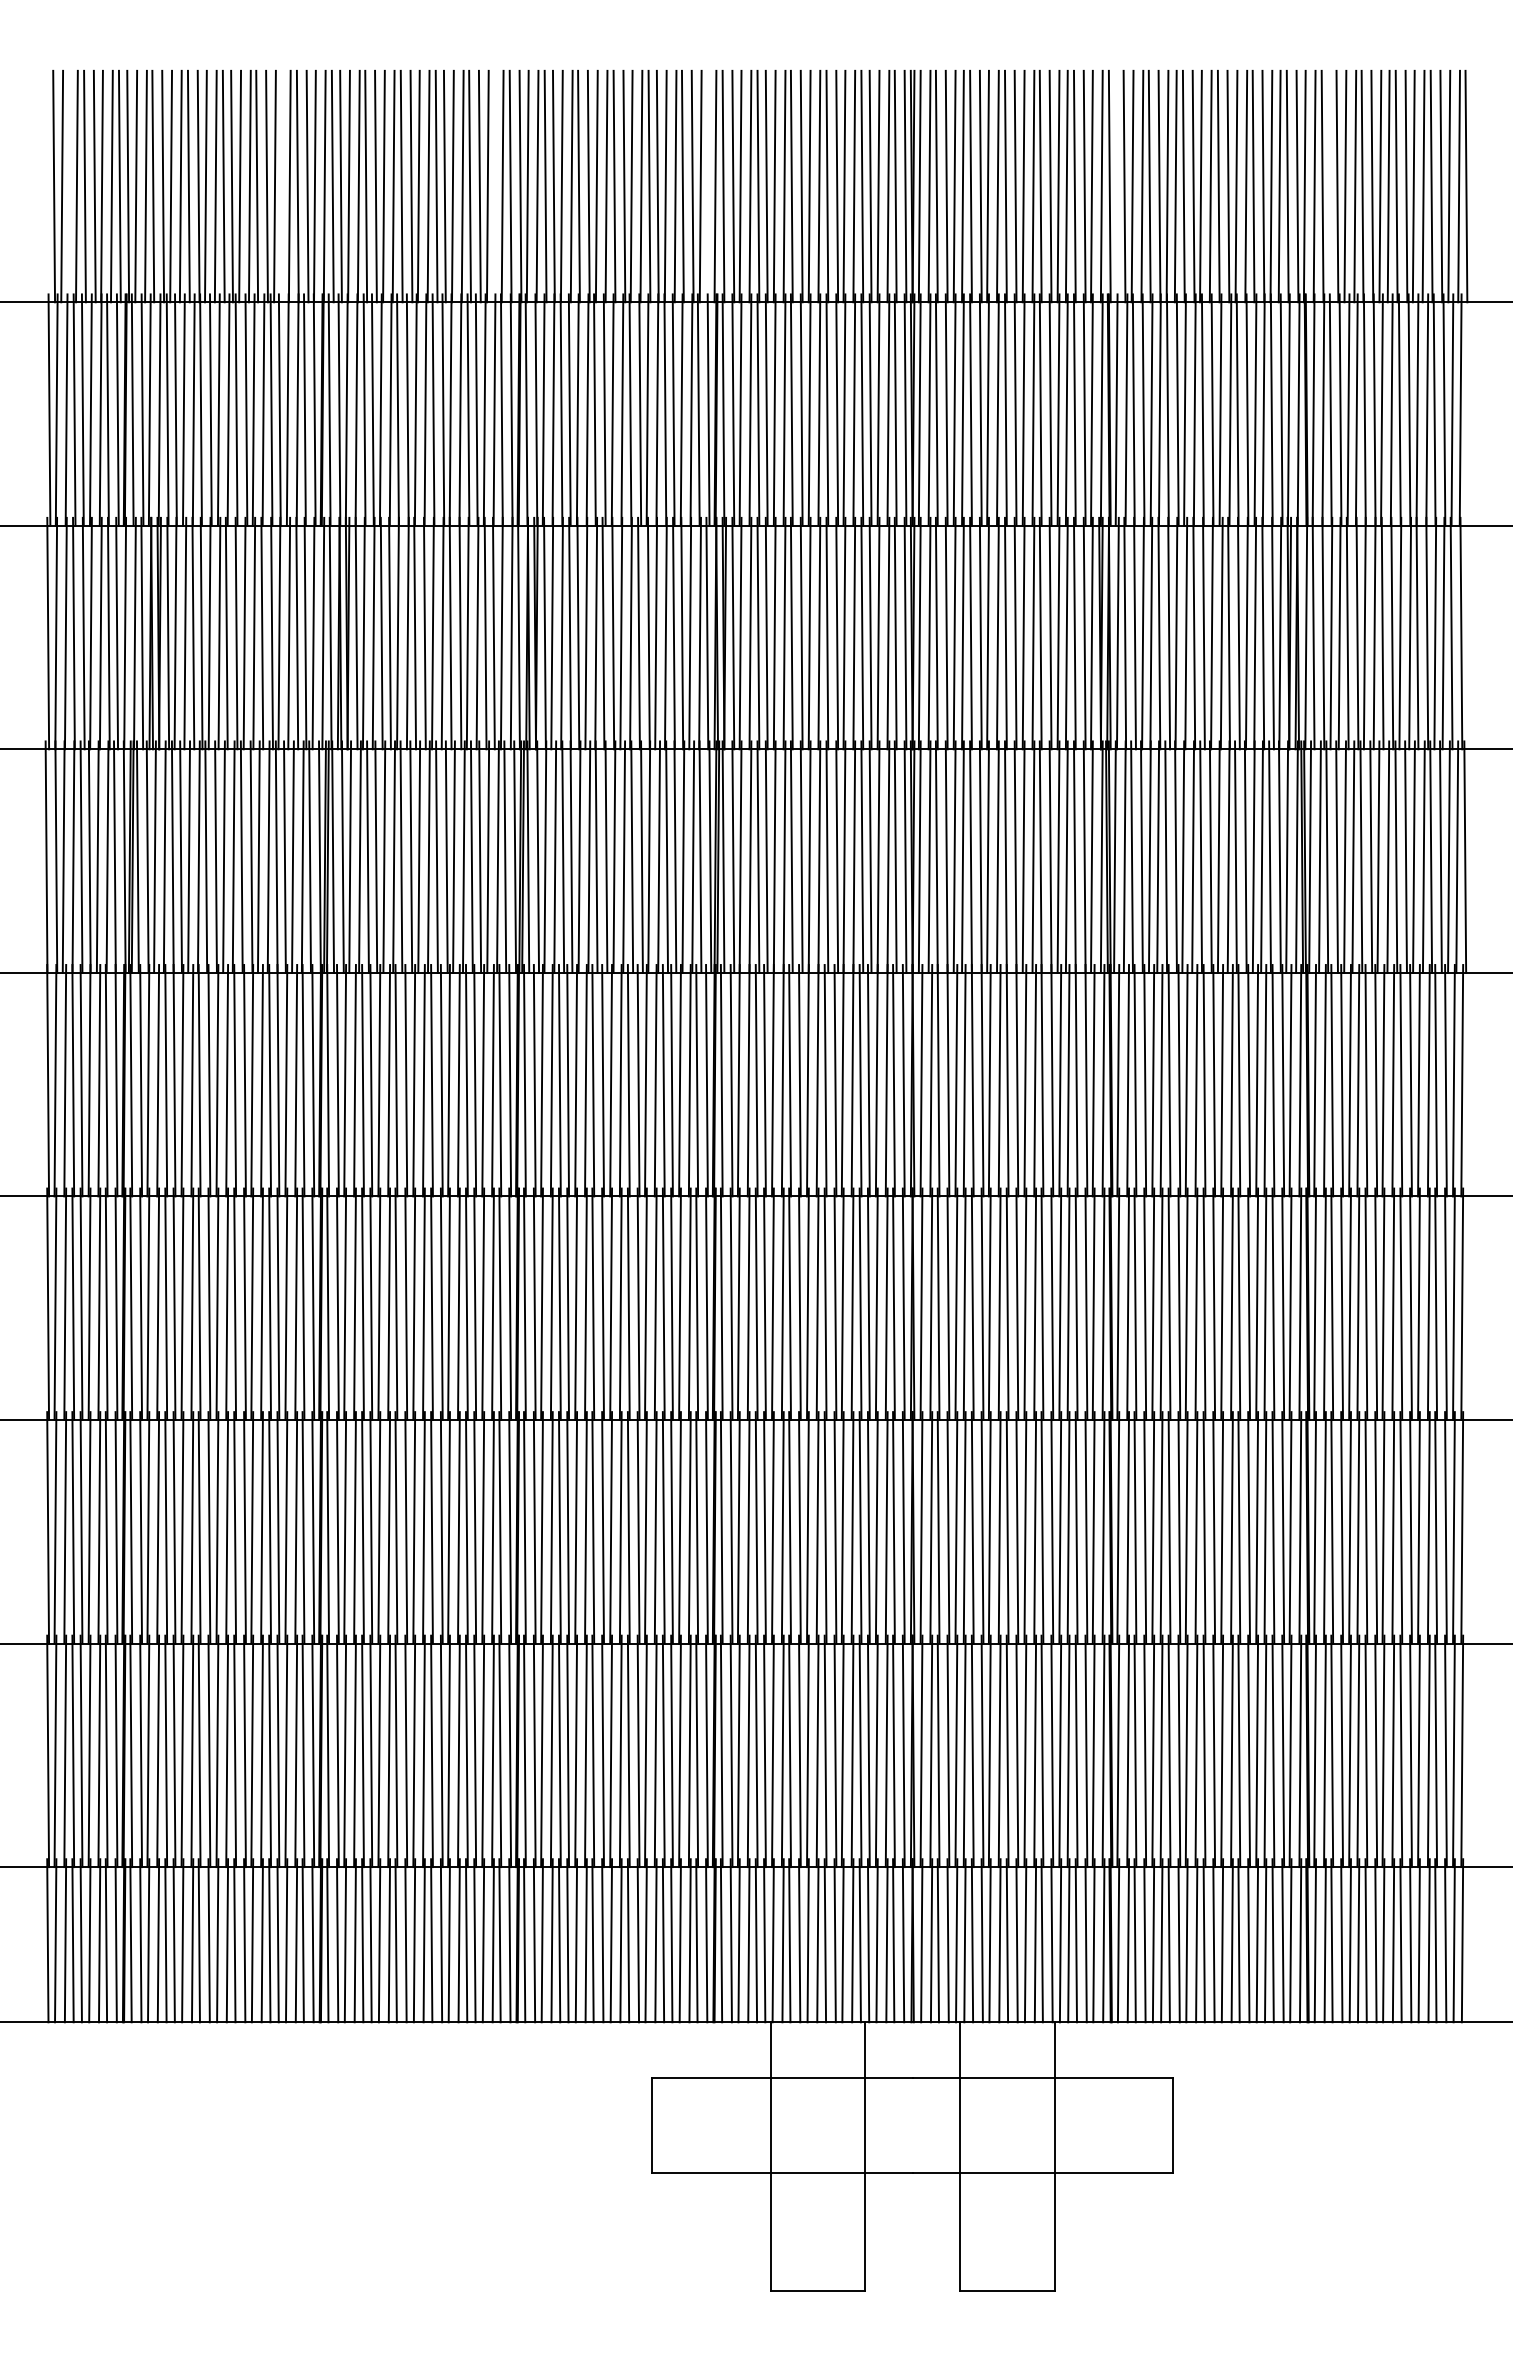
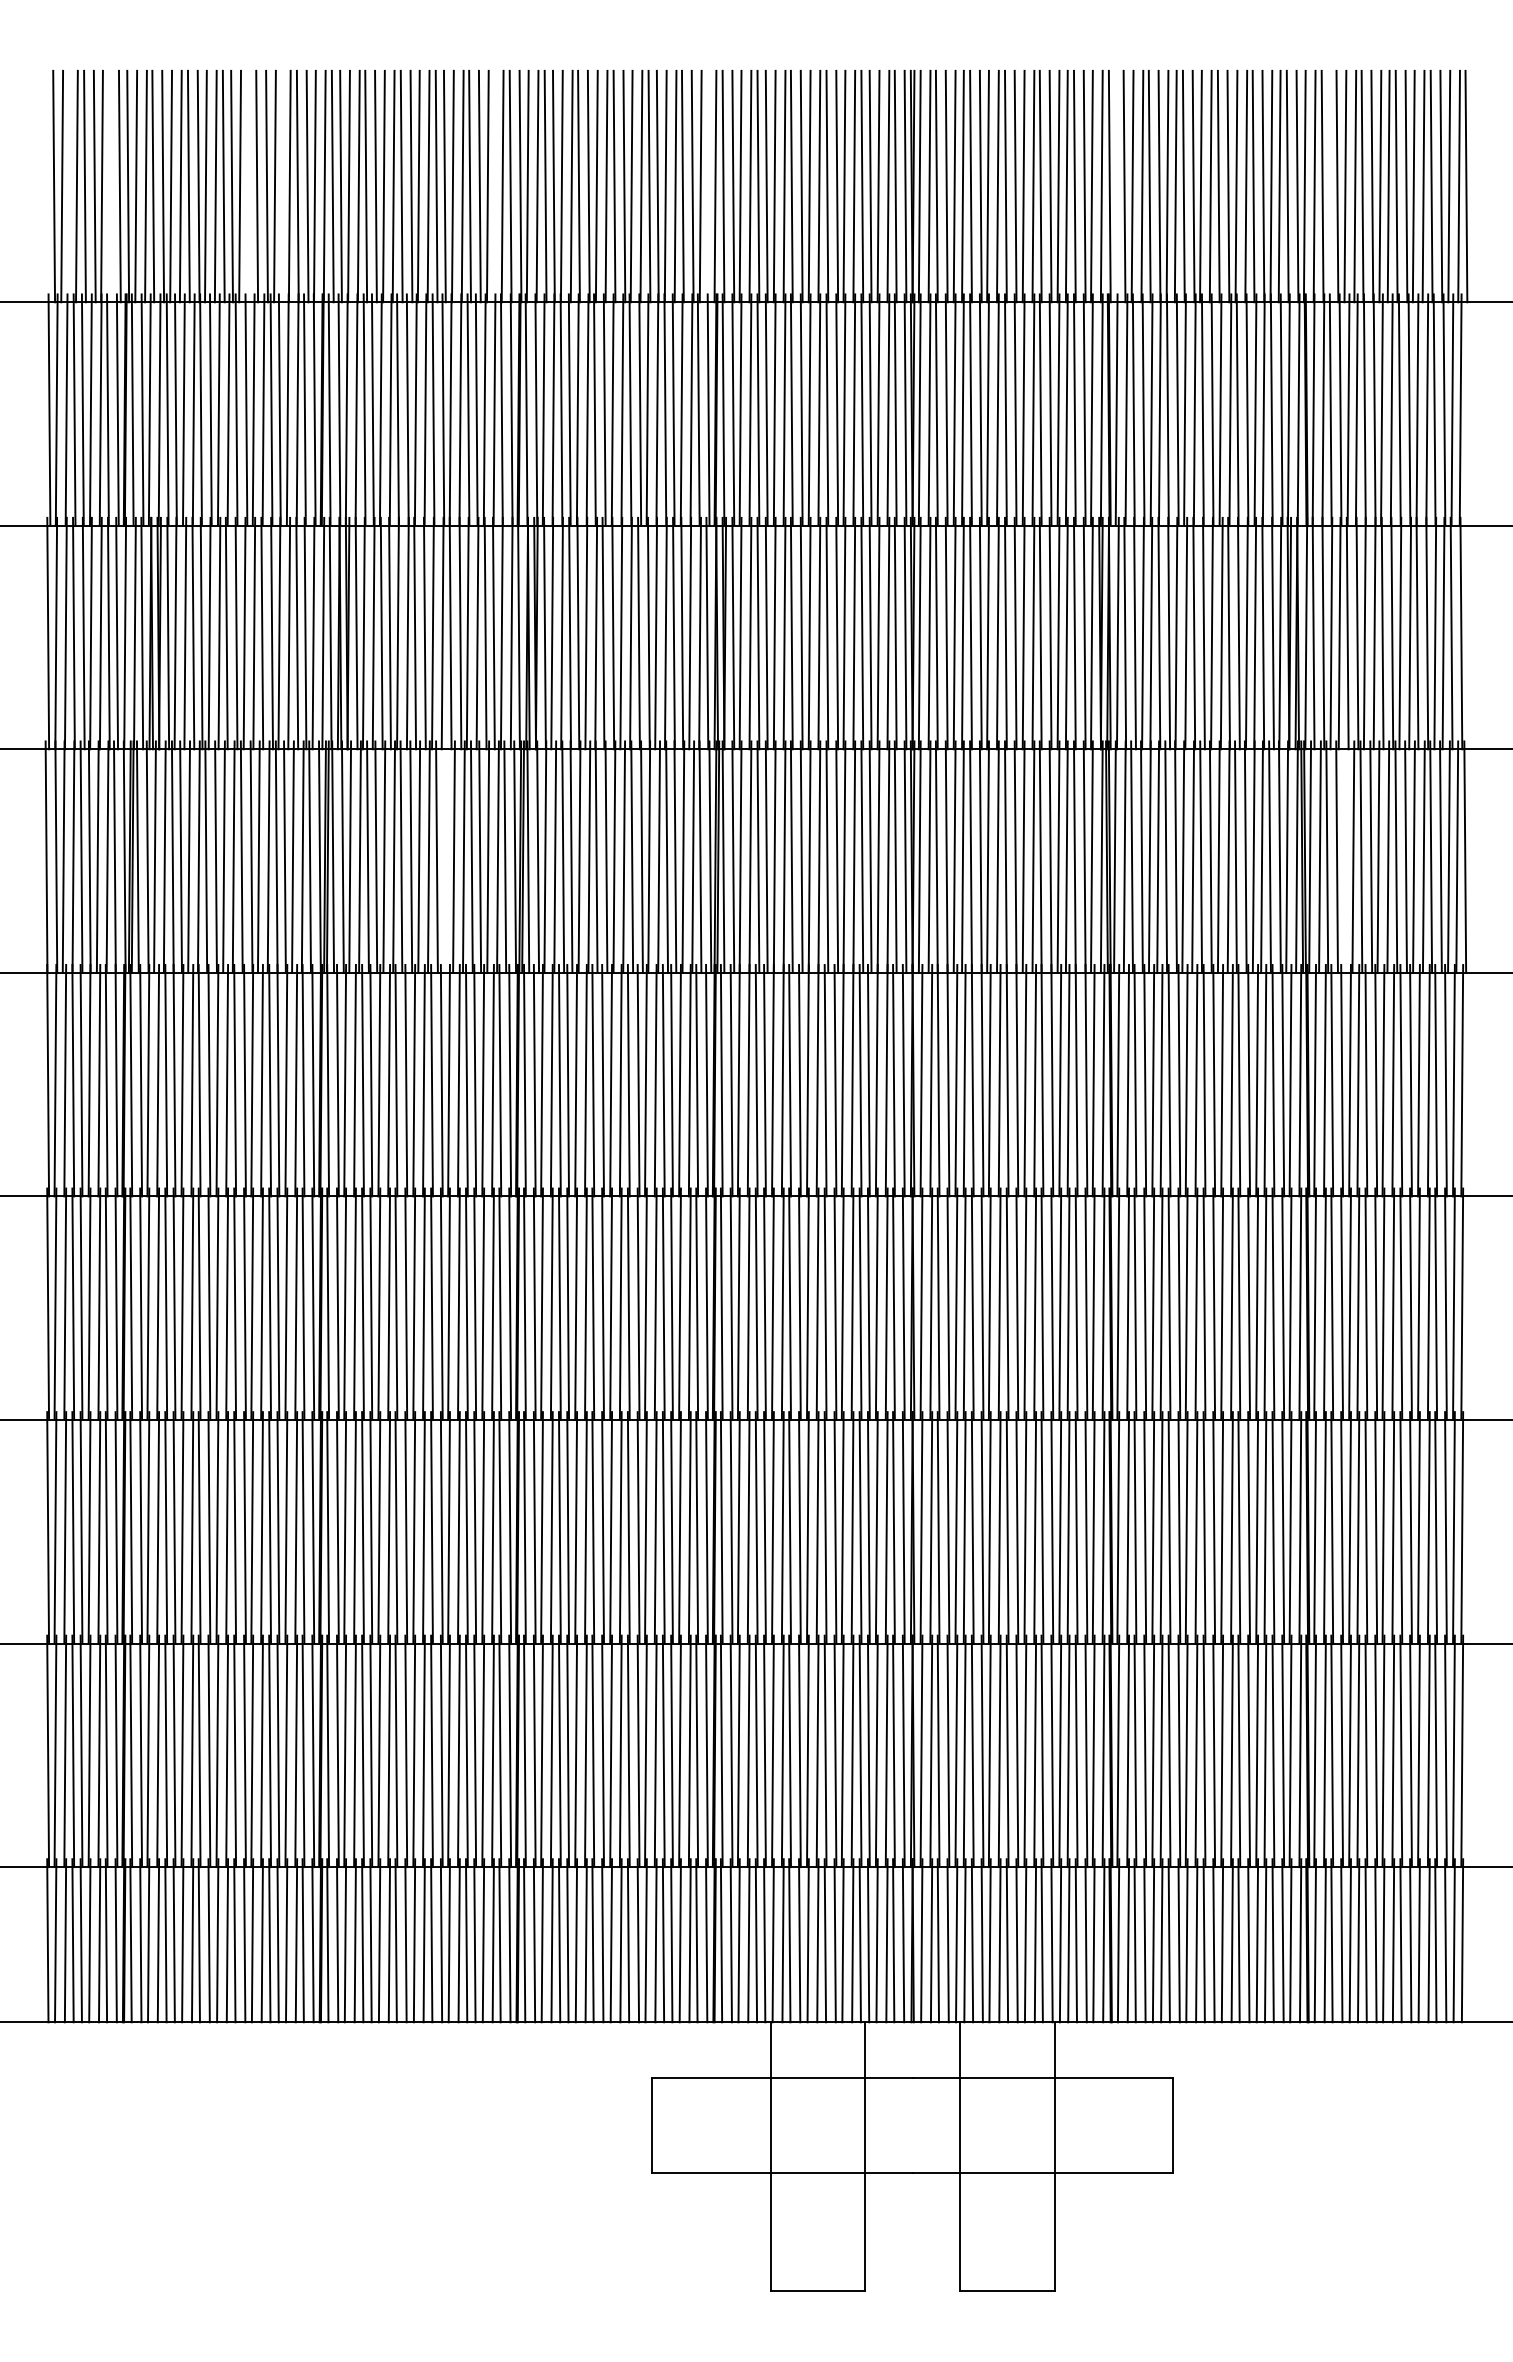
line at (111, 186): present -> none
line at (249, 186): present -> none
line at (446, 856): present -> none
line at (1345, 856): present -> none
